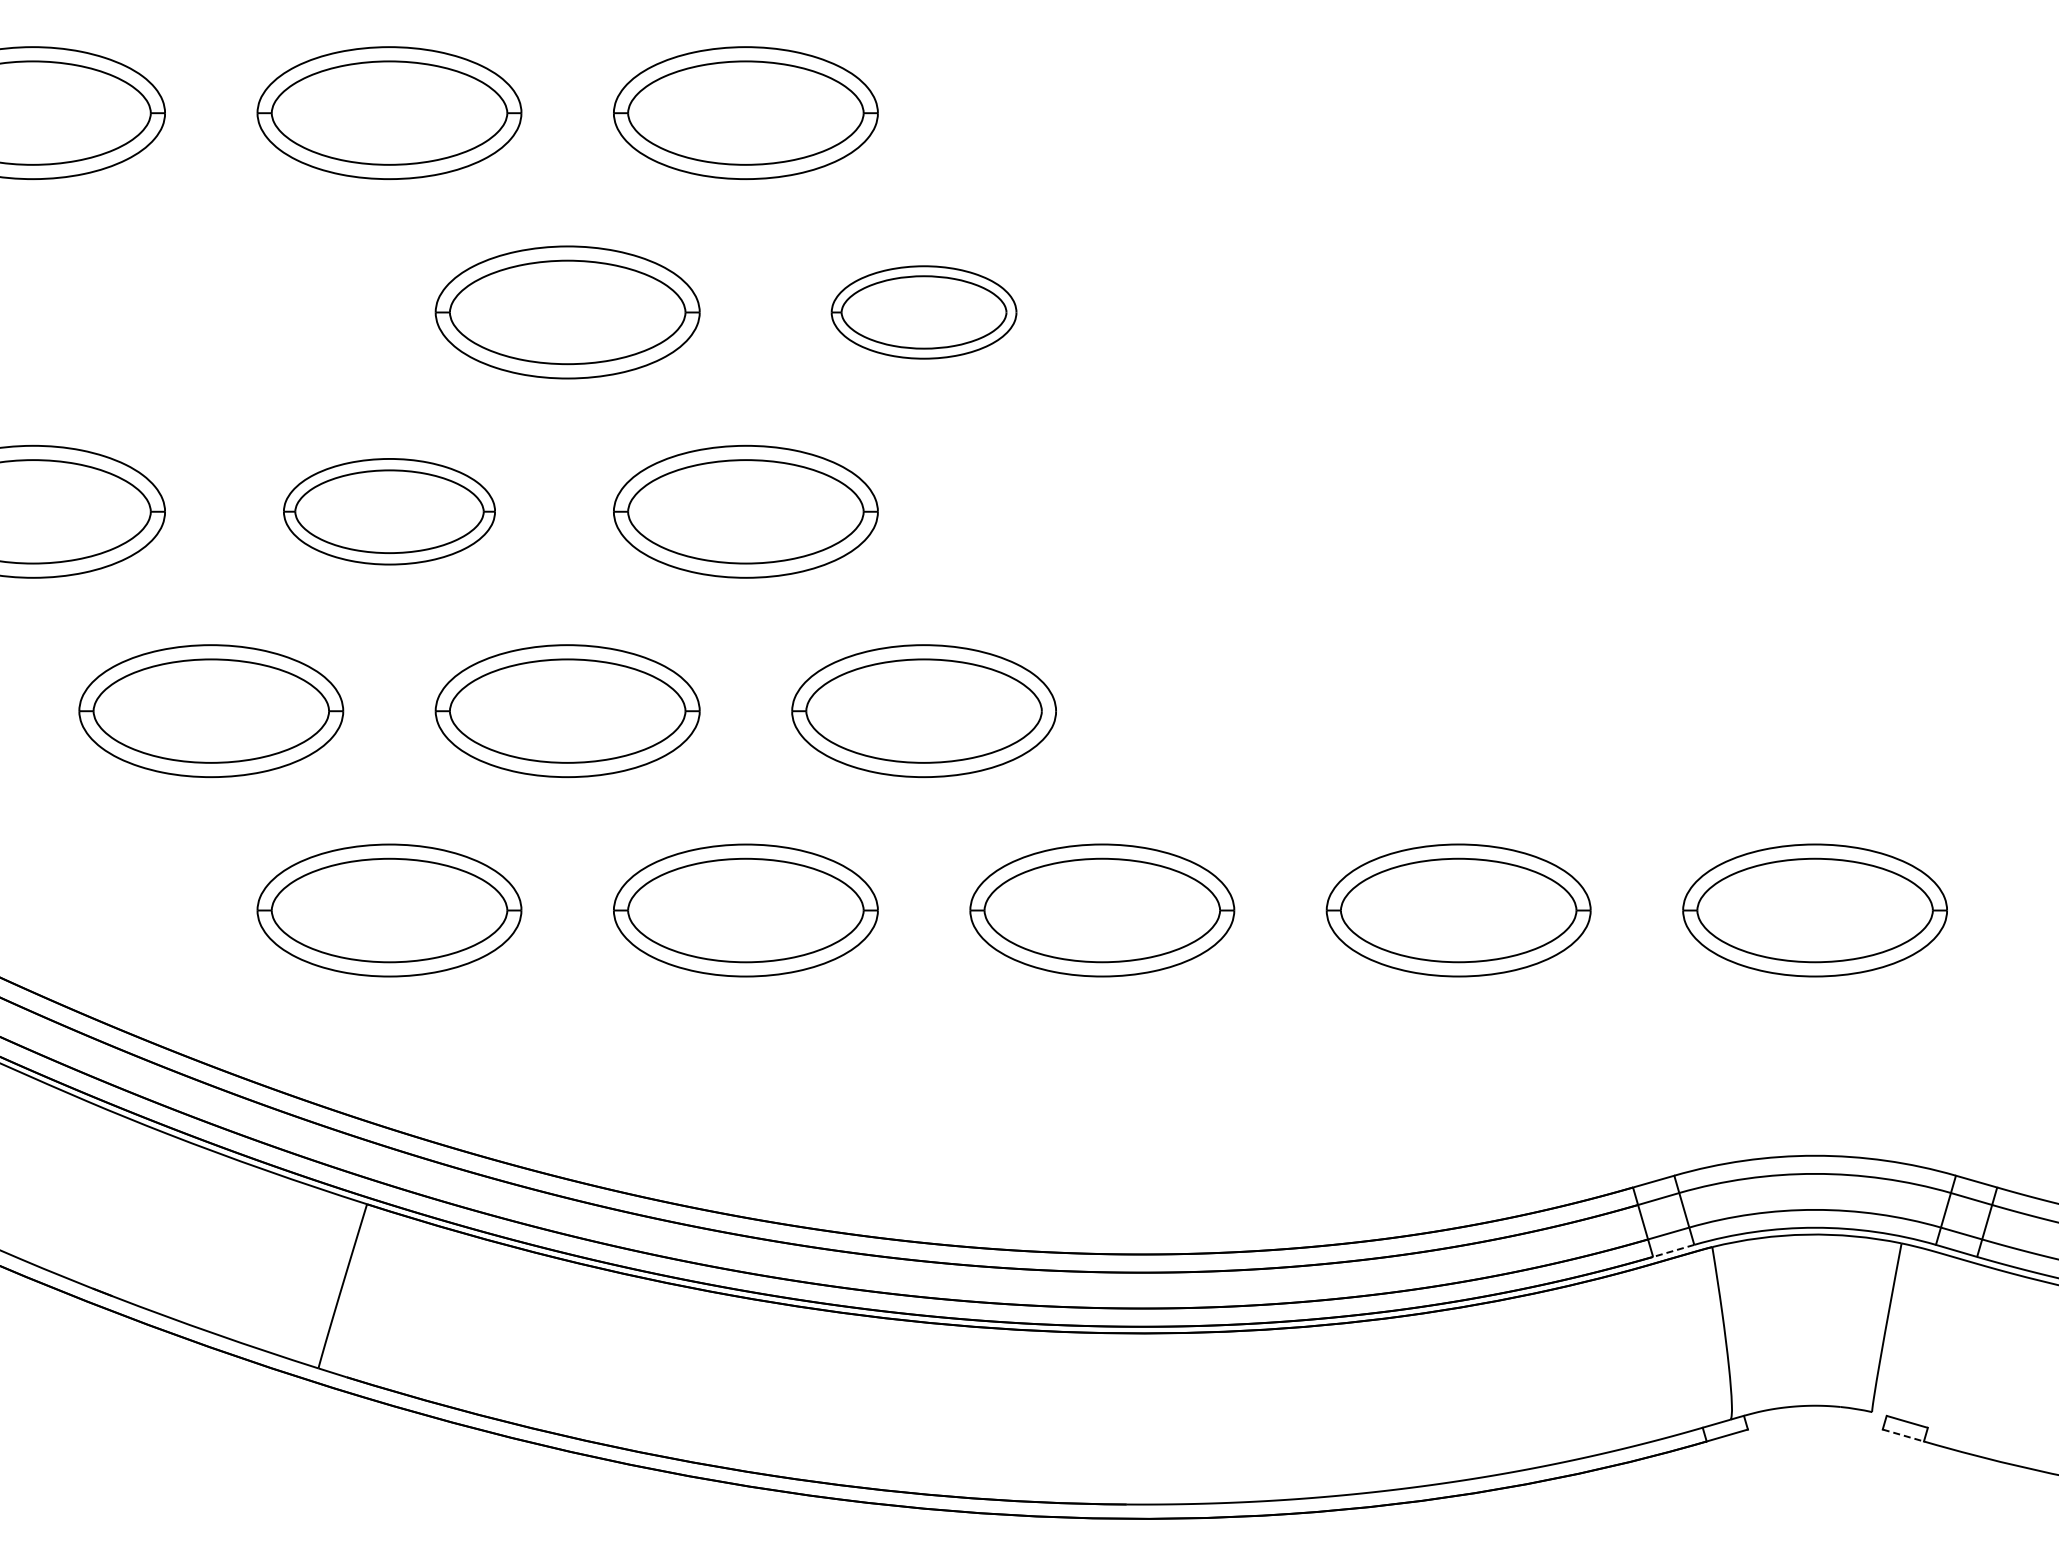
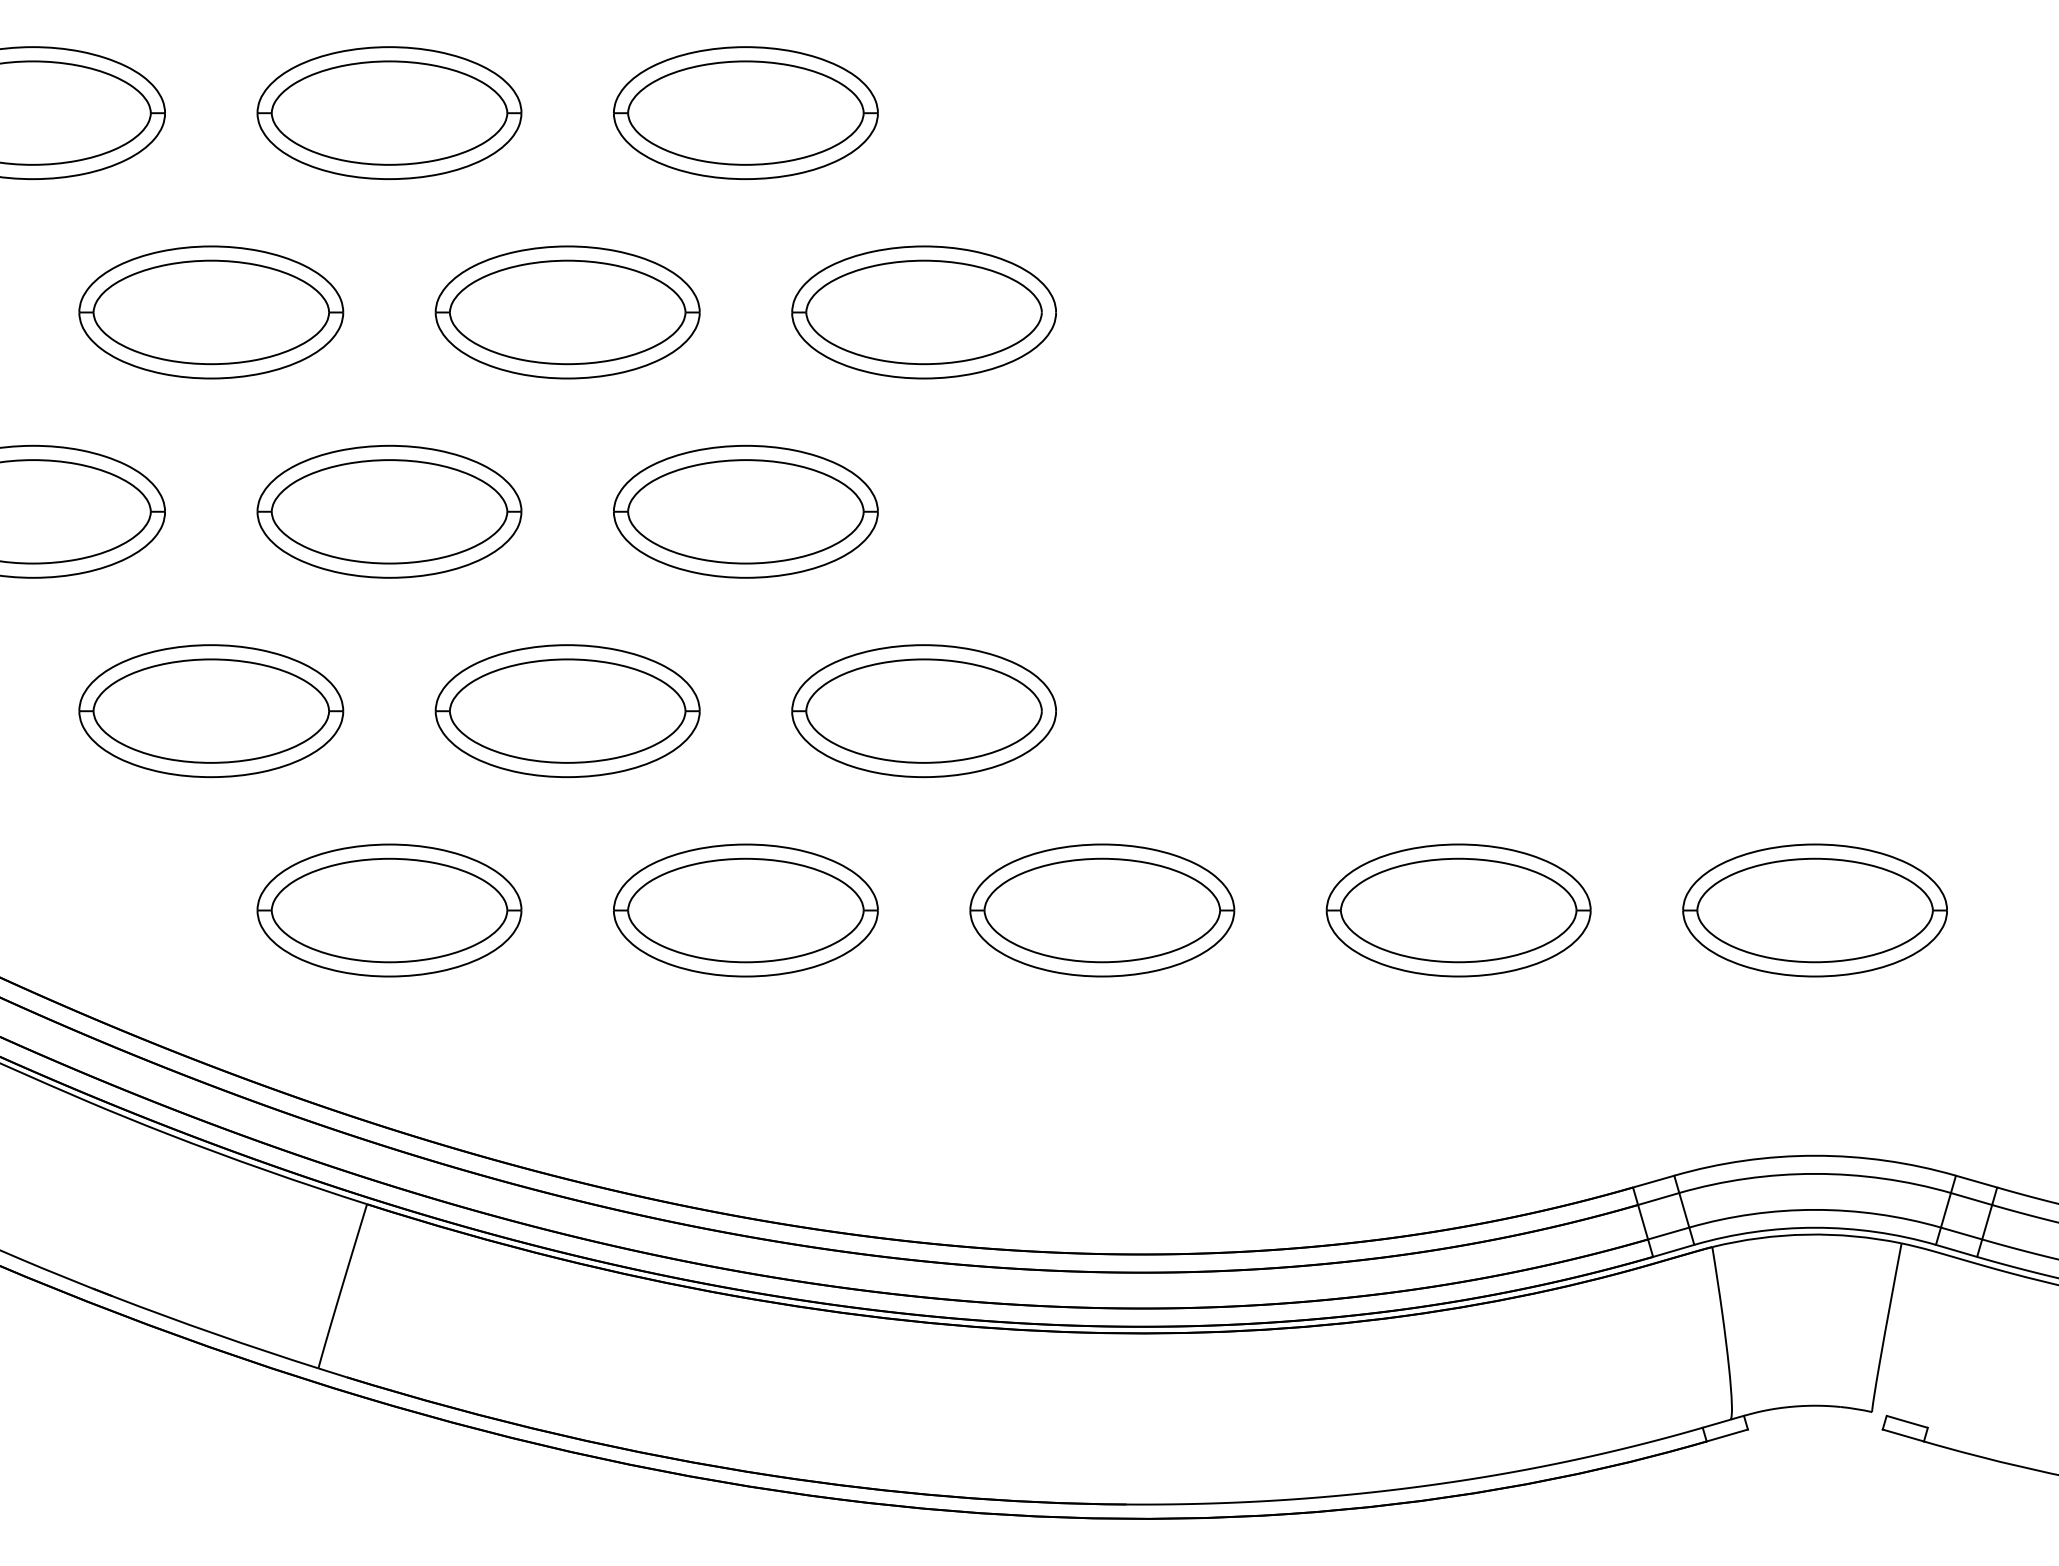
part at (211, 312): none -> present
part at (923, 312) size: 188x95 px -> 266x135 px
part at (389, 511) size: 213x108 px -> 267x135 px
line at (1673, 1251): dashed -> solid
line at (1903, 1435): dashed -> solid
